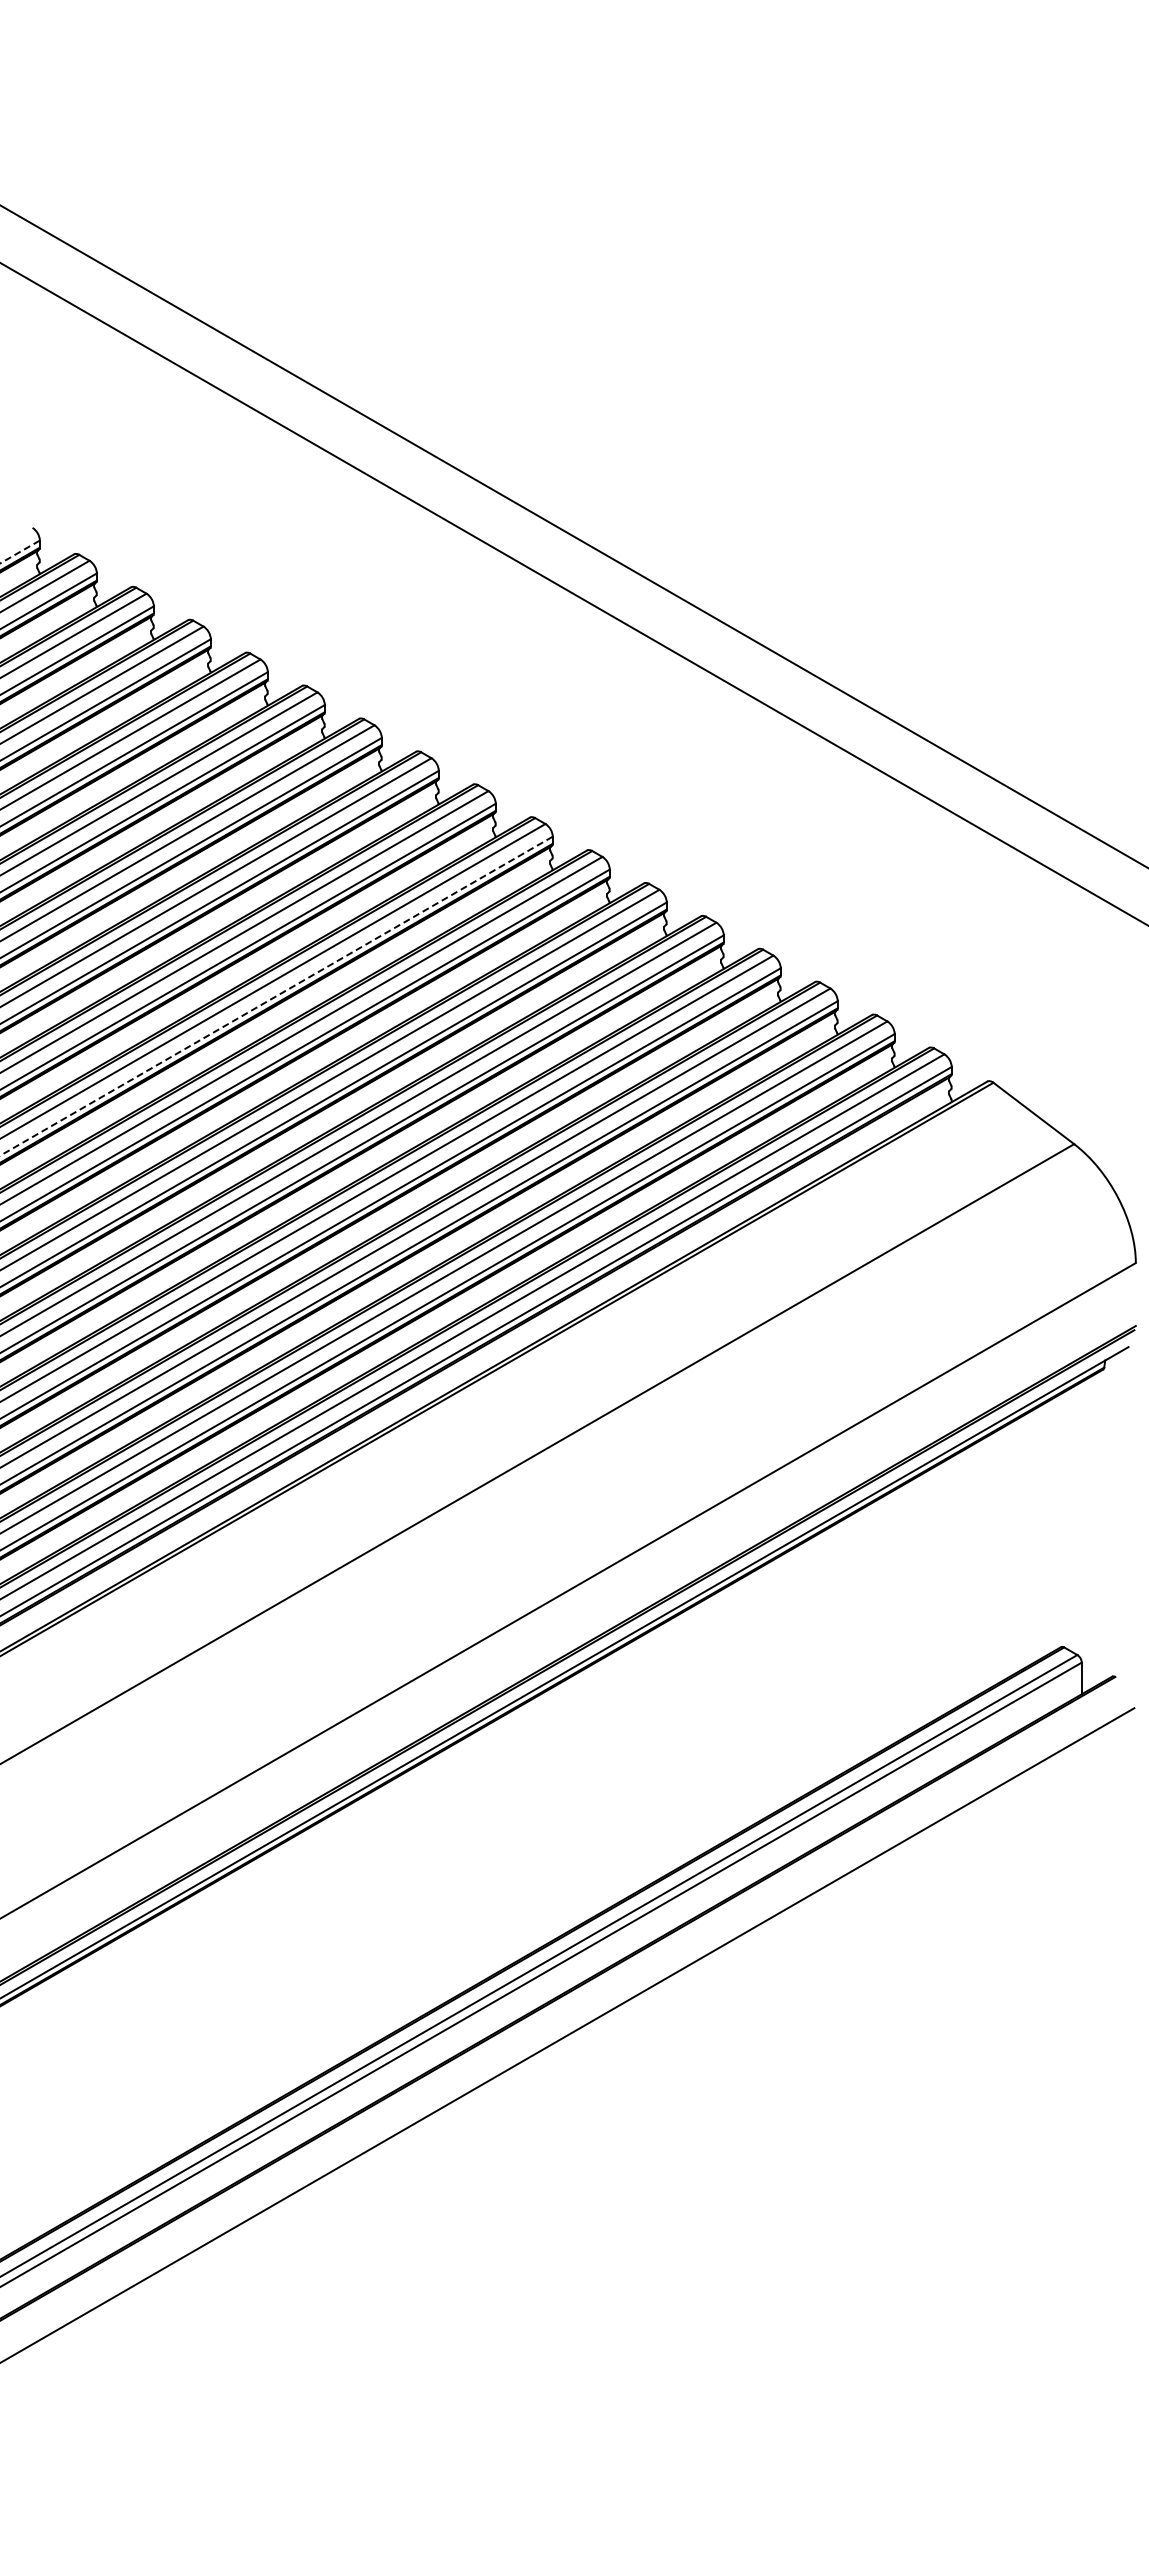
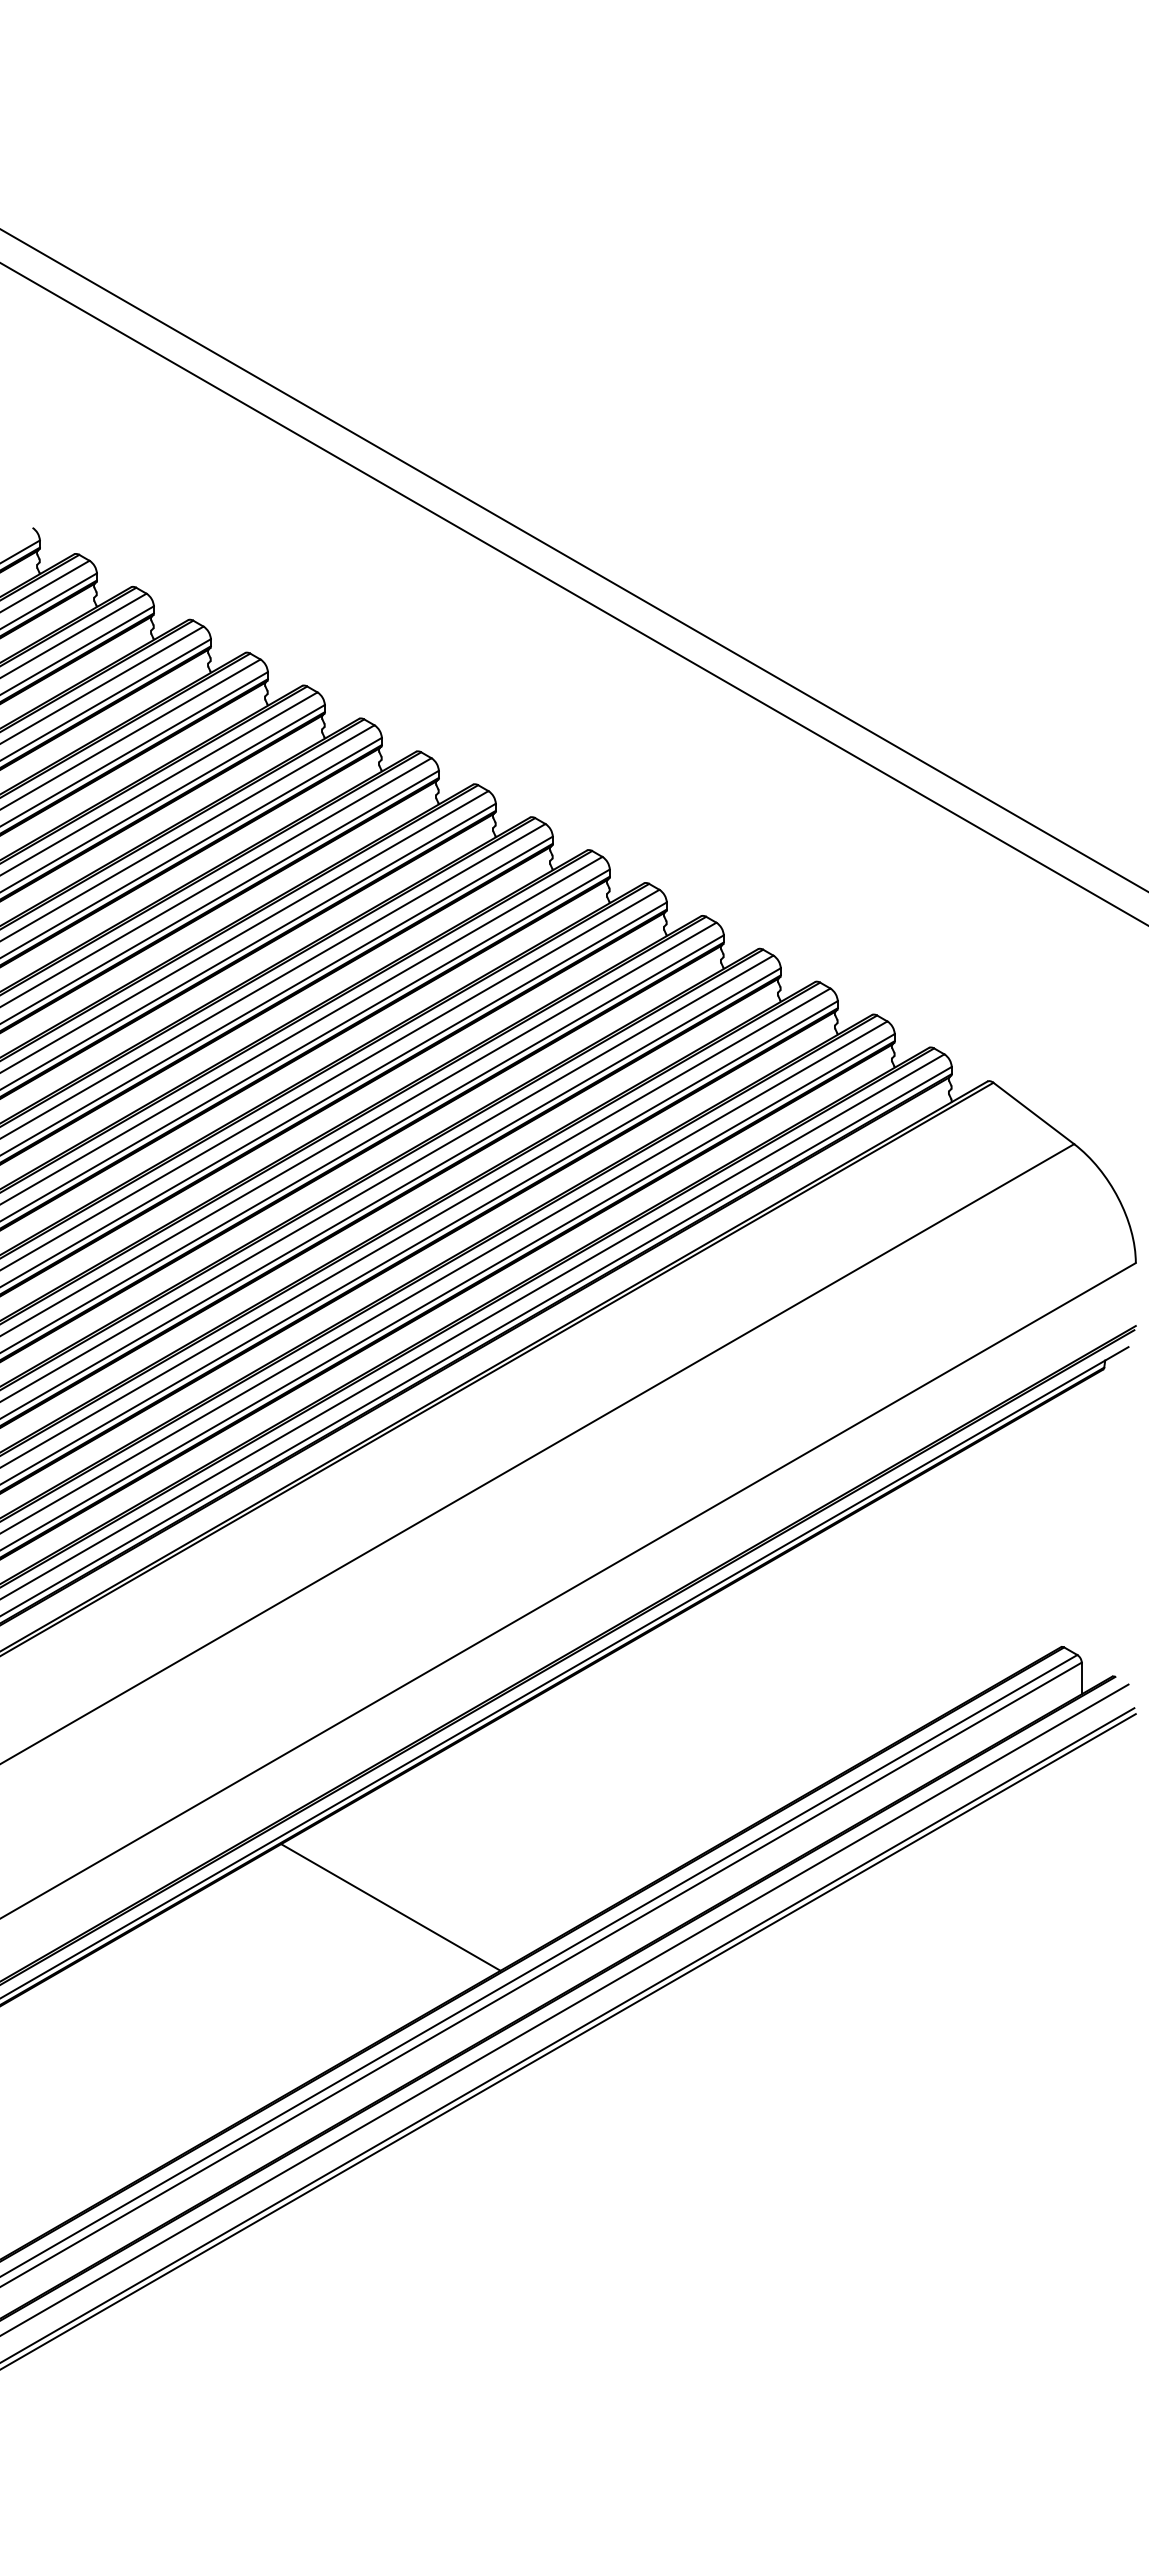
line at (573, 536) position: (573, 536) -> (573, 560)
line at (19, 552): dashed -> solid
line at (276, 996): dashed -> solid
line at (390, 1907): none -> present
line at (565, 2009): none -> present
line at (568, 2041): none -> present
